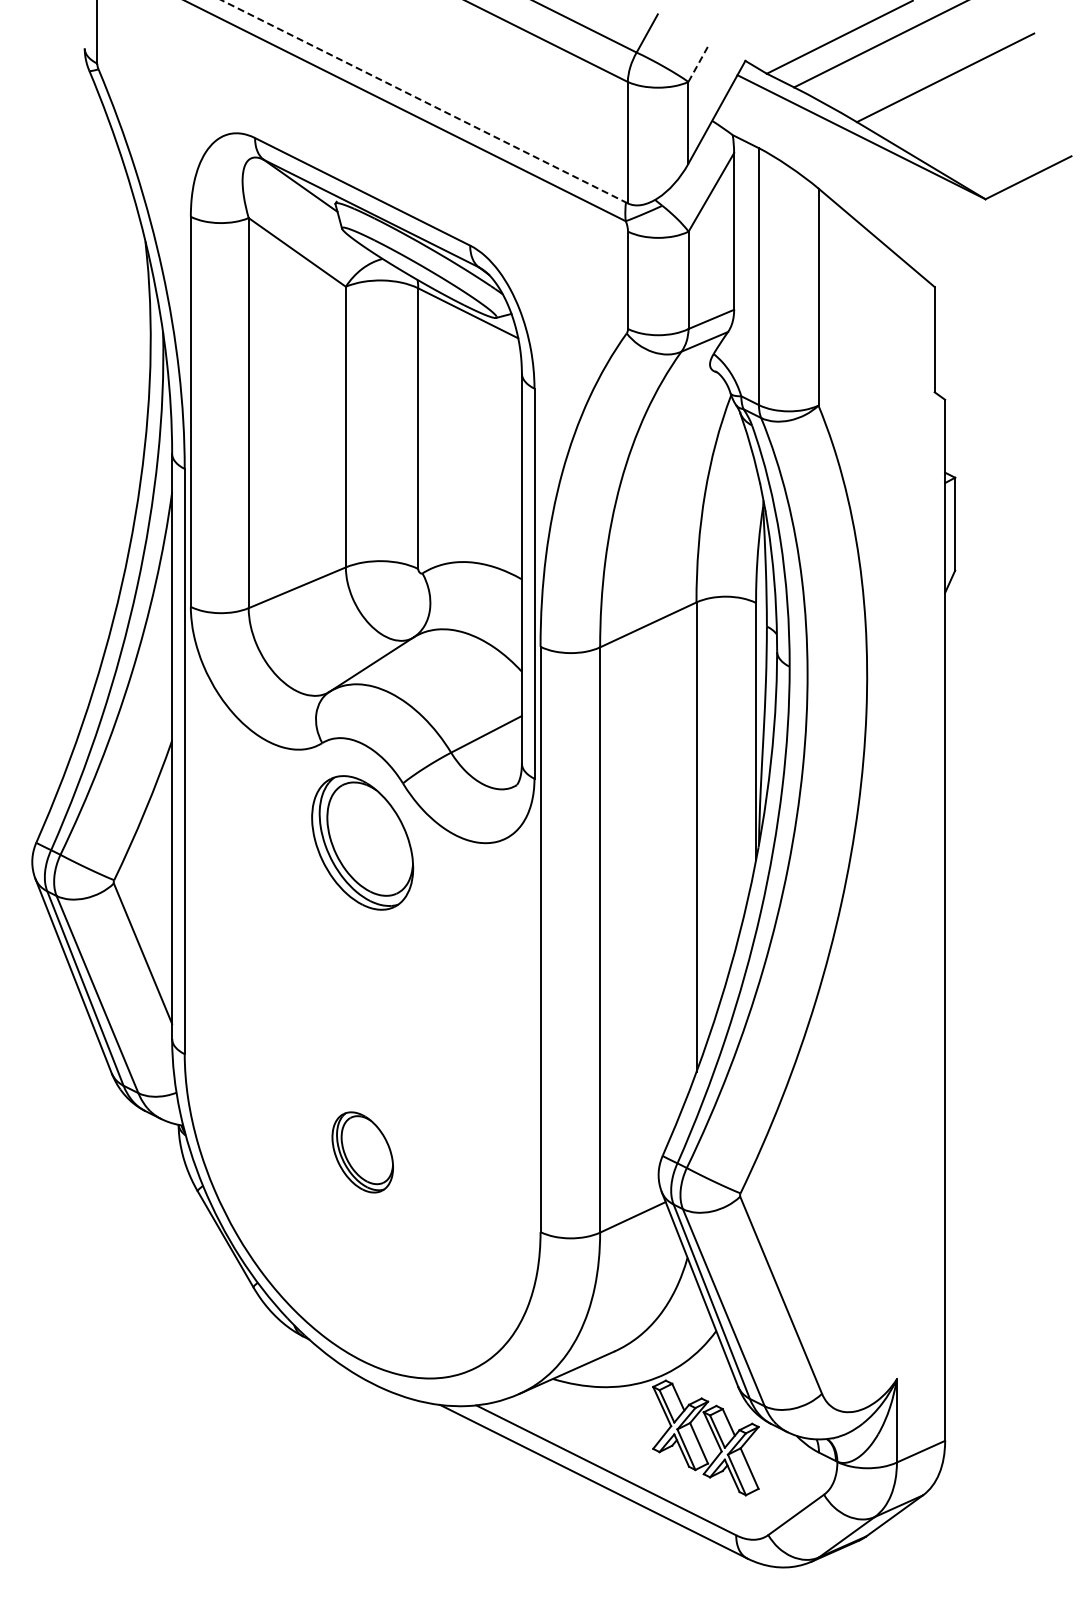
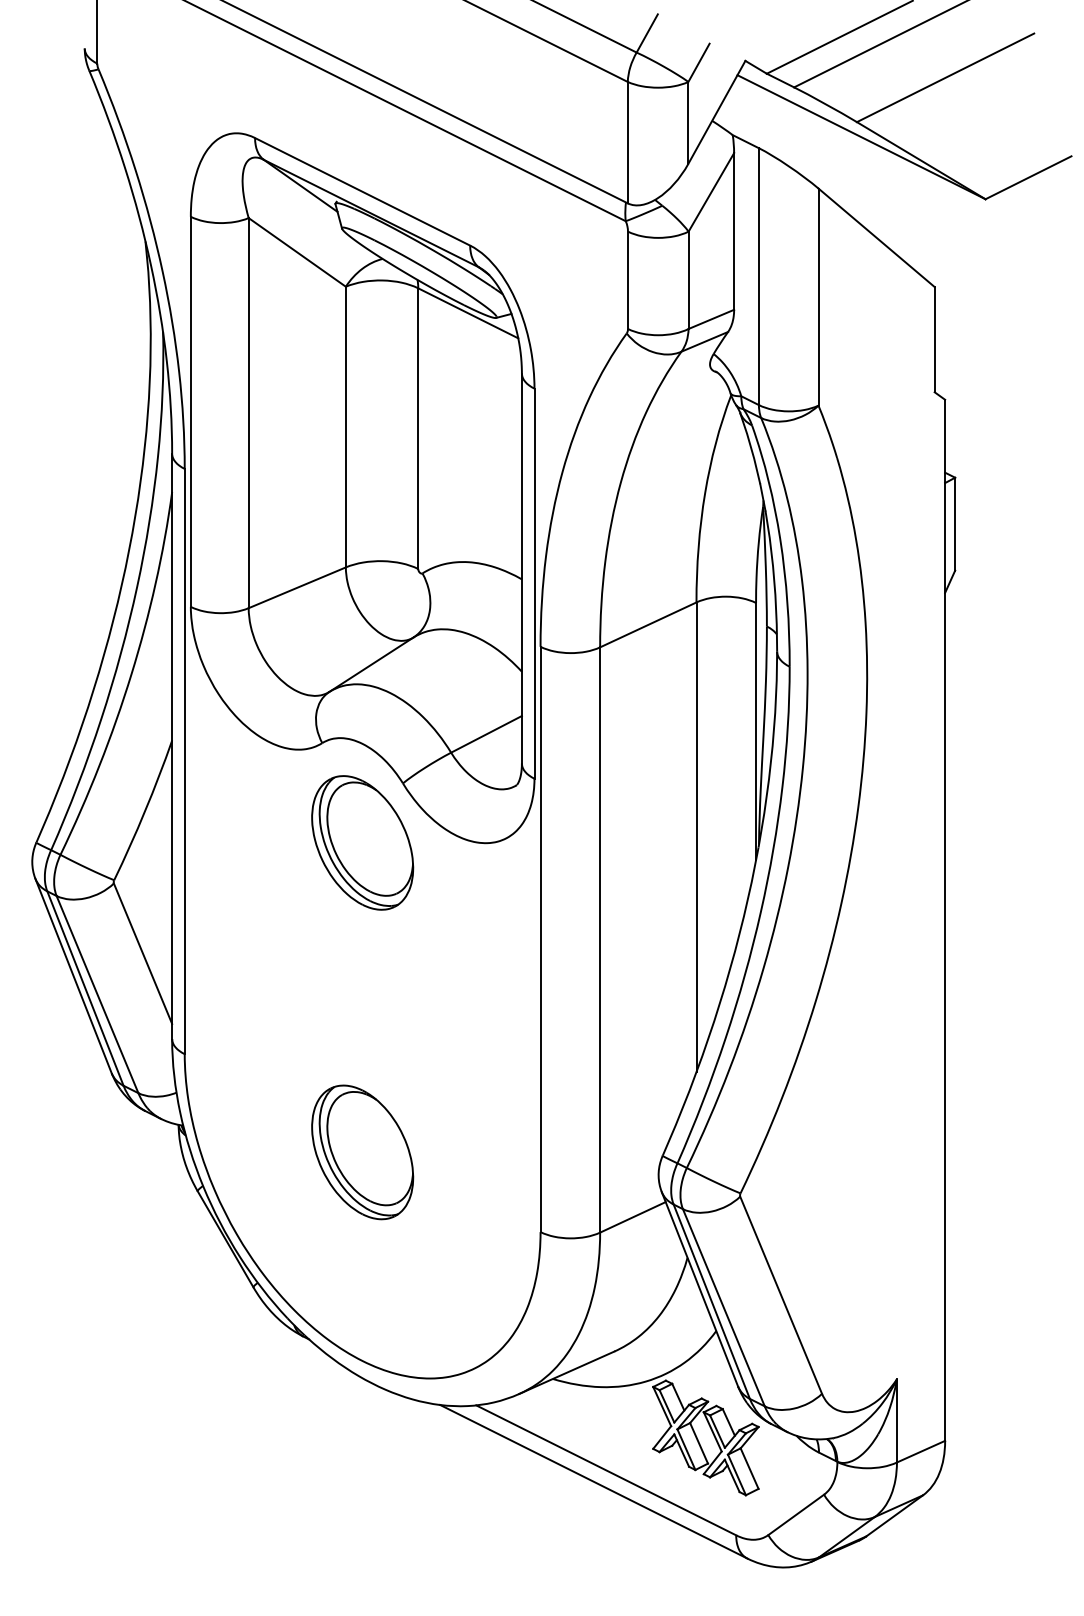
line at (699, 62): dashed -> solid
line at (424, 101): dashed -> solid
part at (362, 1152) size: 63x83 px -> 104x137 px
